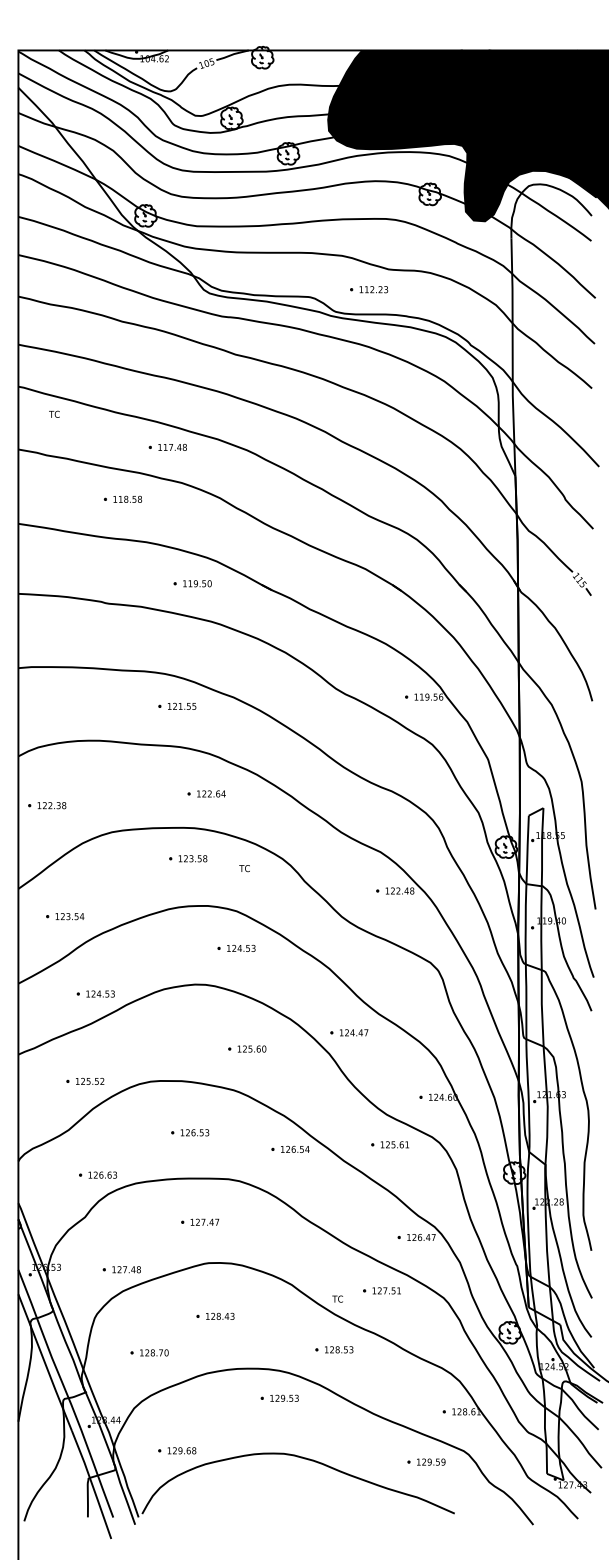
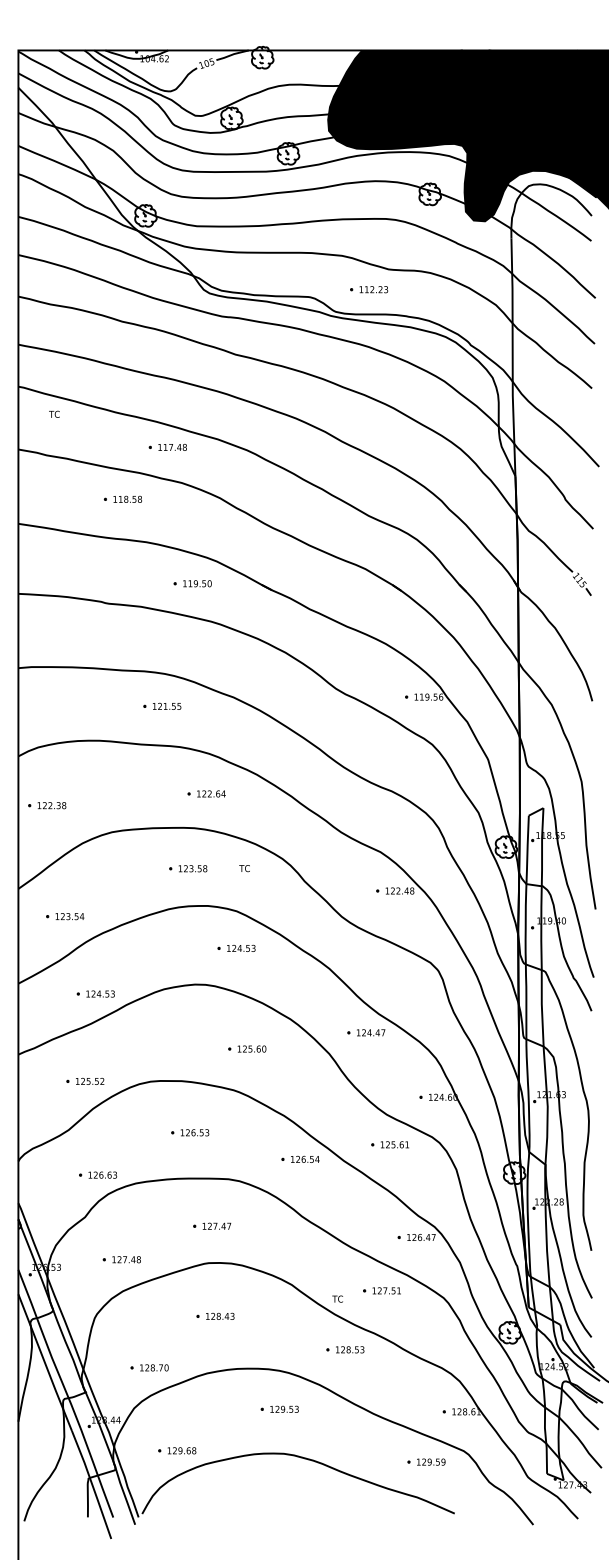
part at (177, 705) position: (177, 705) -> (162, 705)
part at (188, 858) position: (188, 858) -> (188, 868)
part at (349, 1032) position: (349, 1032) -> (366, 1032)
part at (290, 1148) position: (290, 1148) -> (300, 1158)
part at (200, 1221) position: (200, 1221) -> (212, 1225)
part at (121, 1269) position: (121, 1269) -> (121, 1259)
part at (334, 1349) position: (334, 1349) -> (345, 1349)
part at (149, 1352) position: (149, 1352) -> (149, 1367)
part at (279, 1397) position: (279, 1397) -> (279, 1408)
